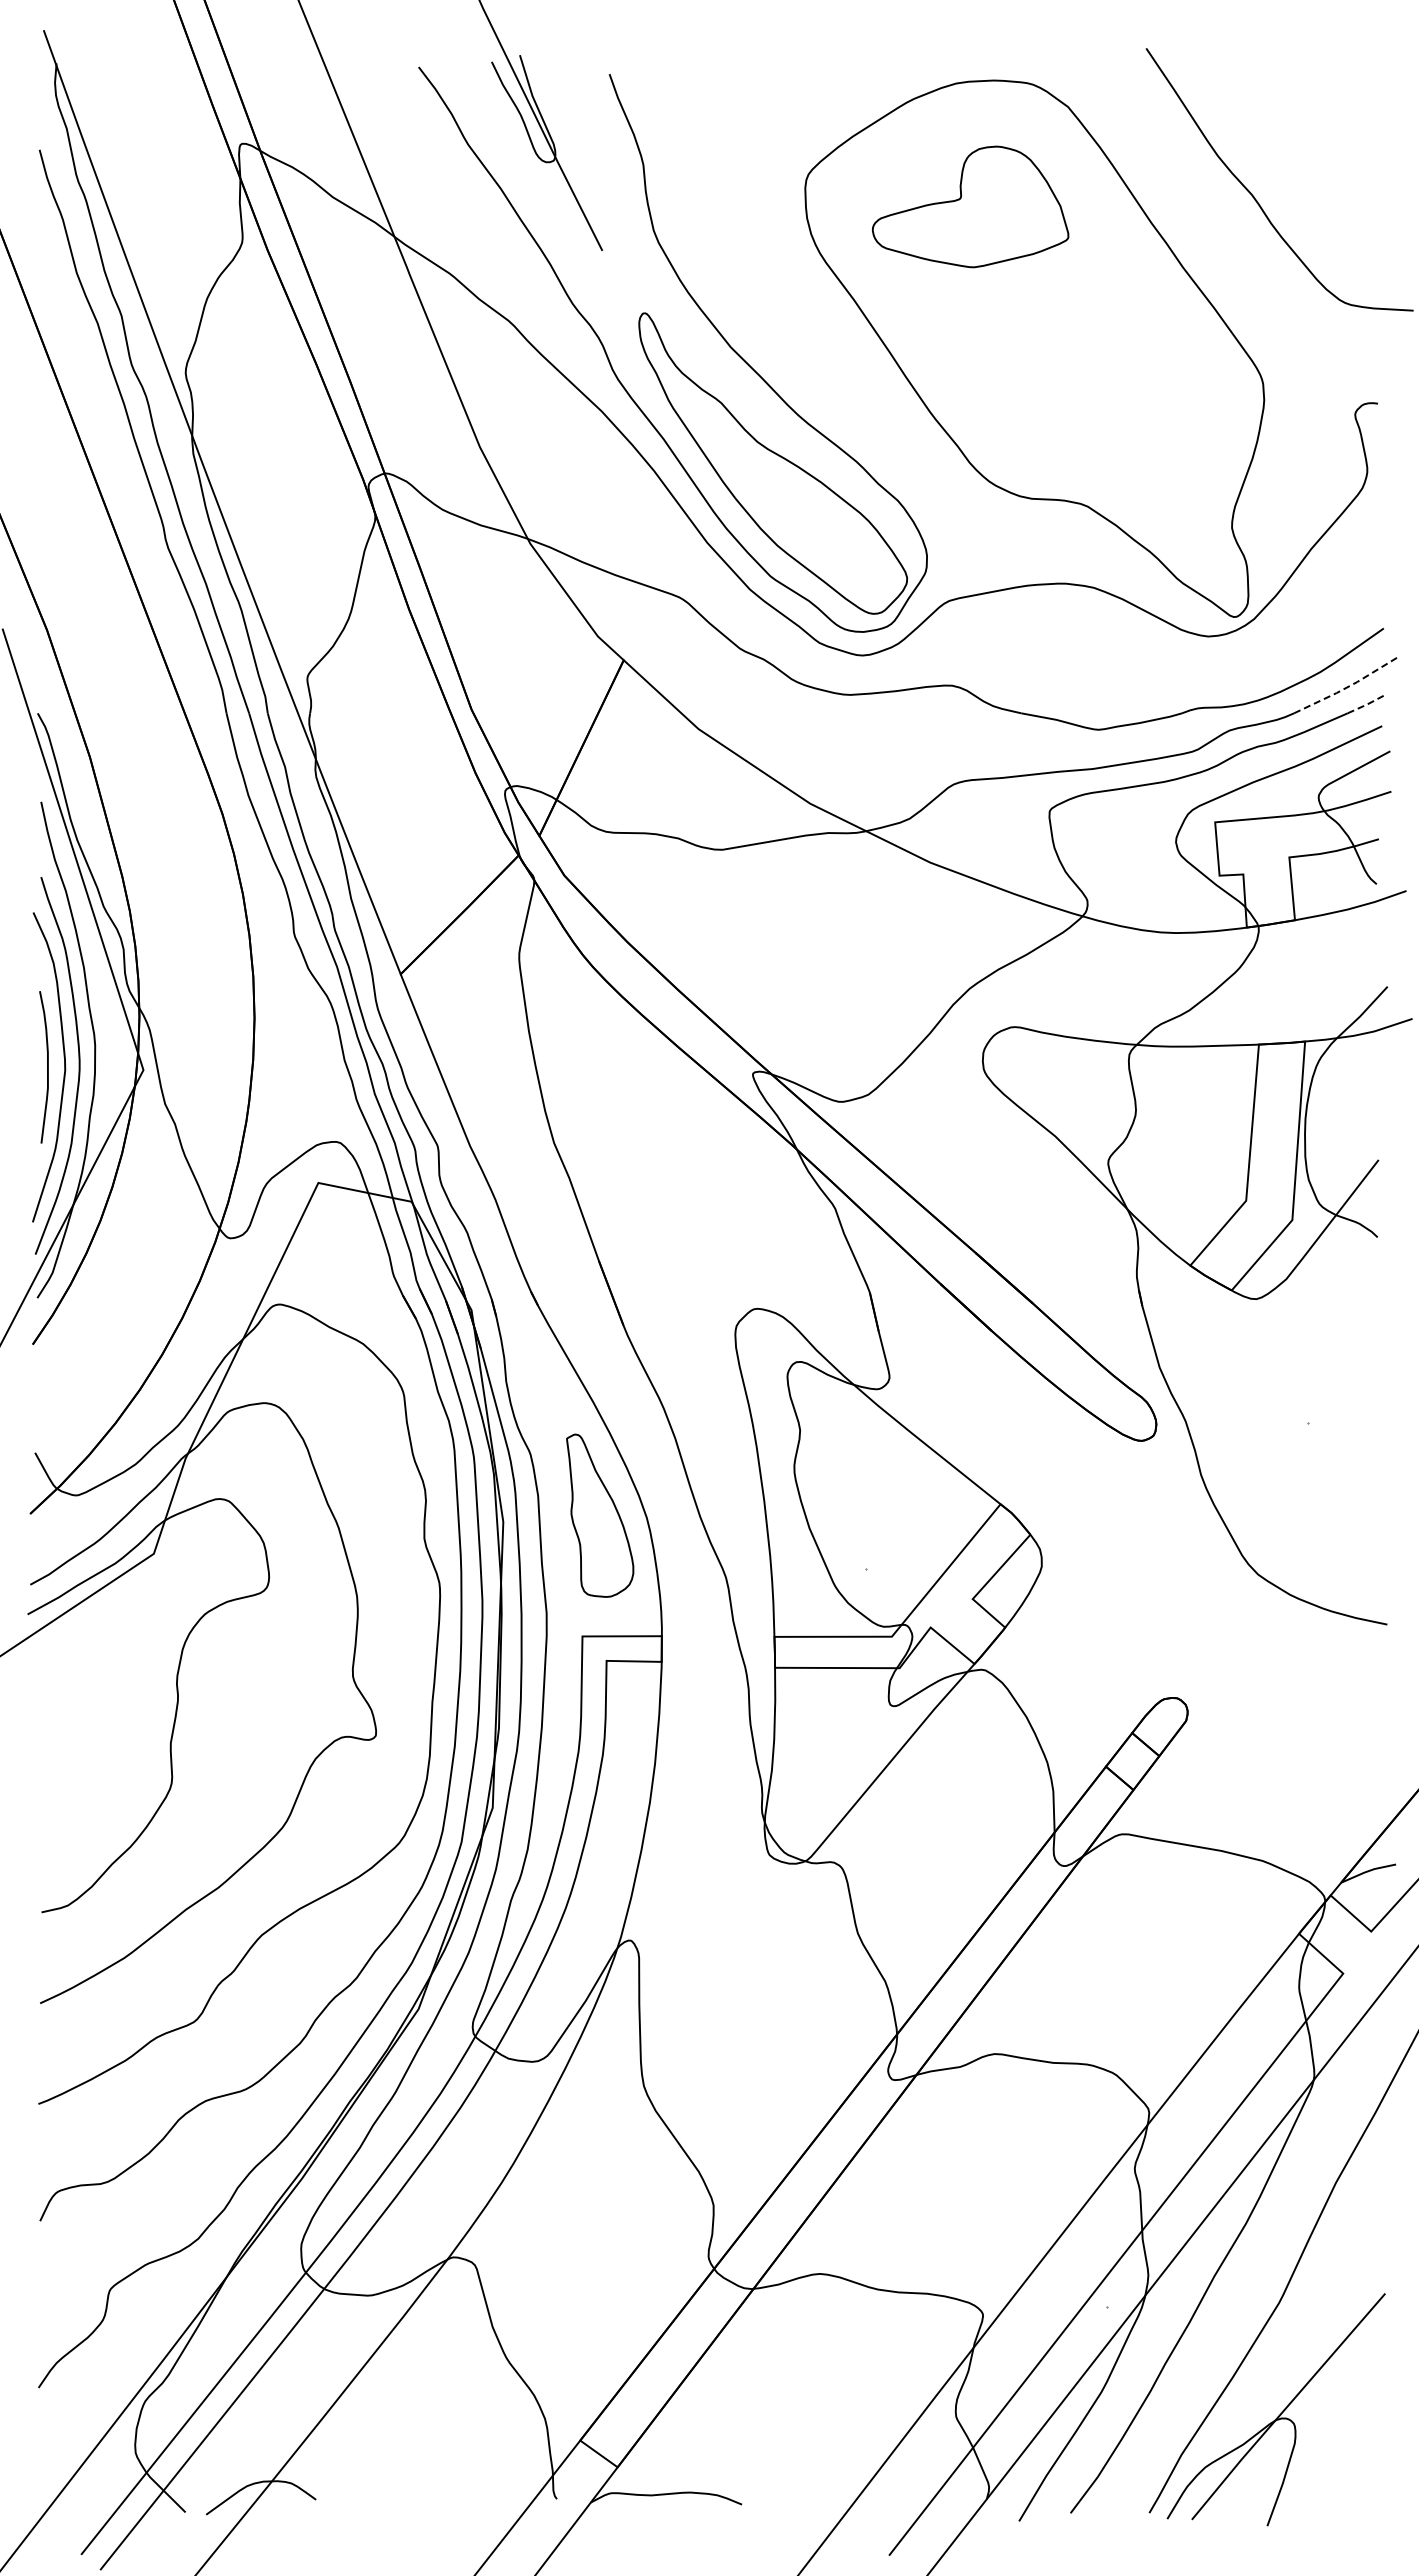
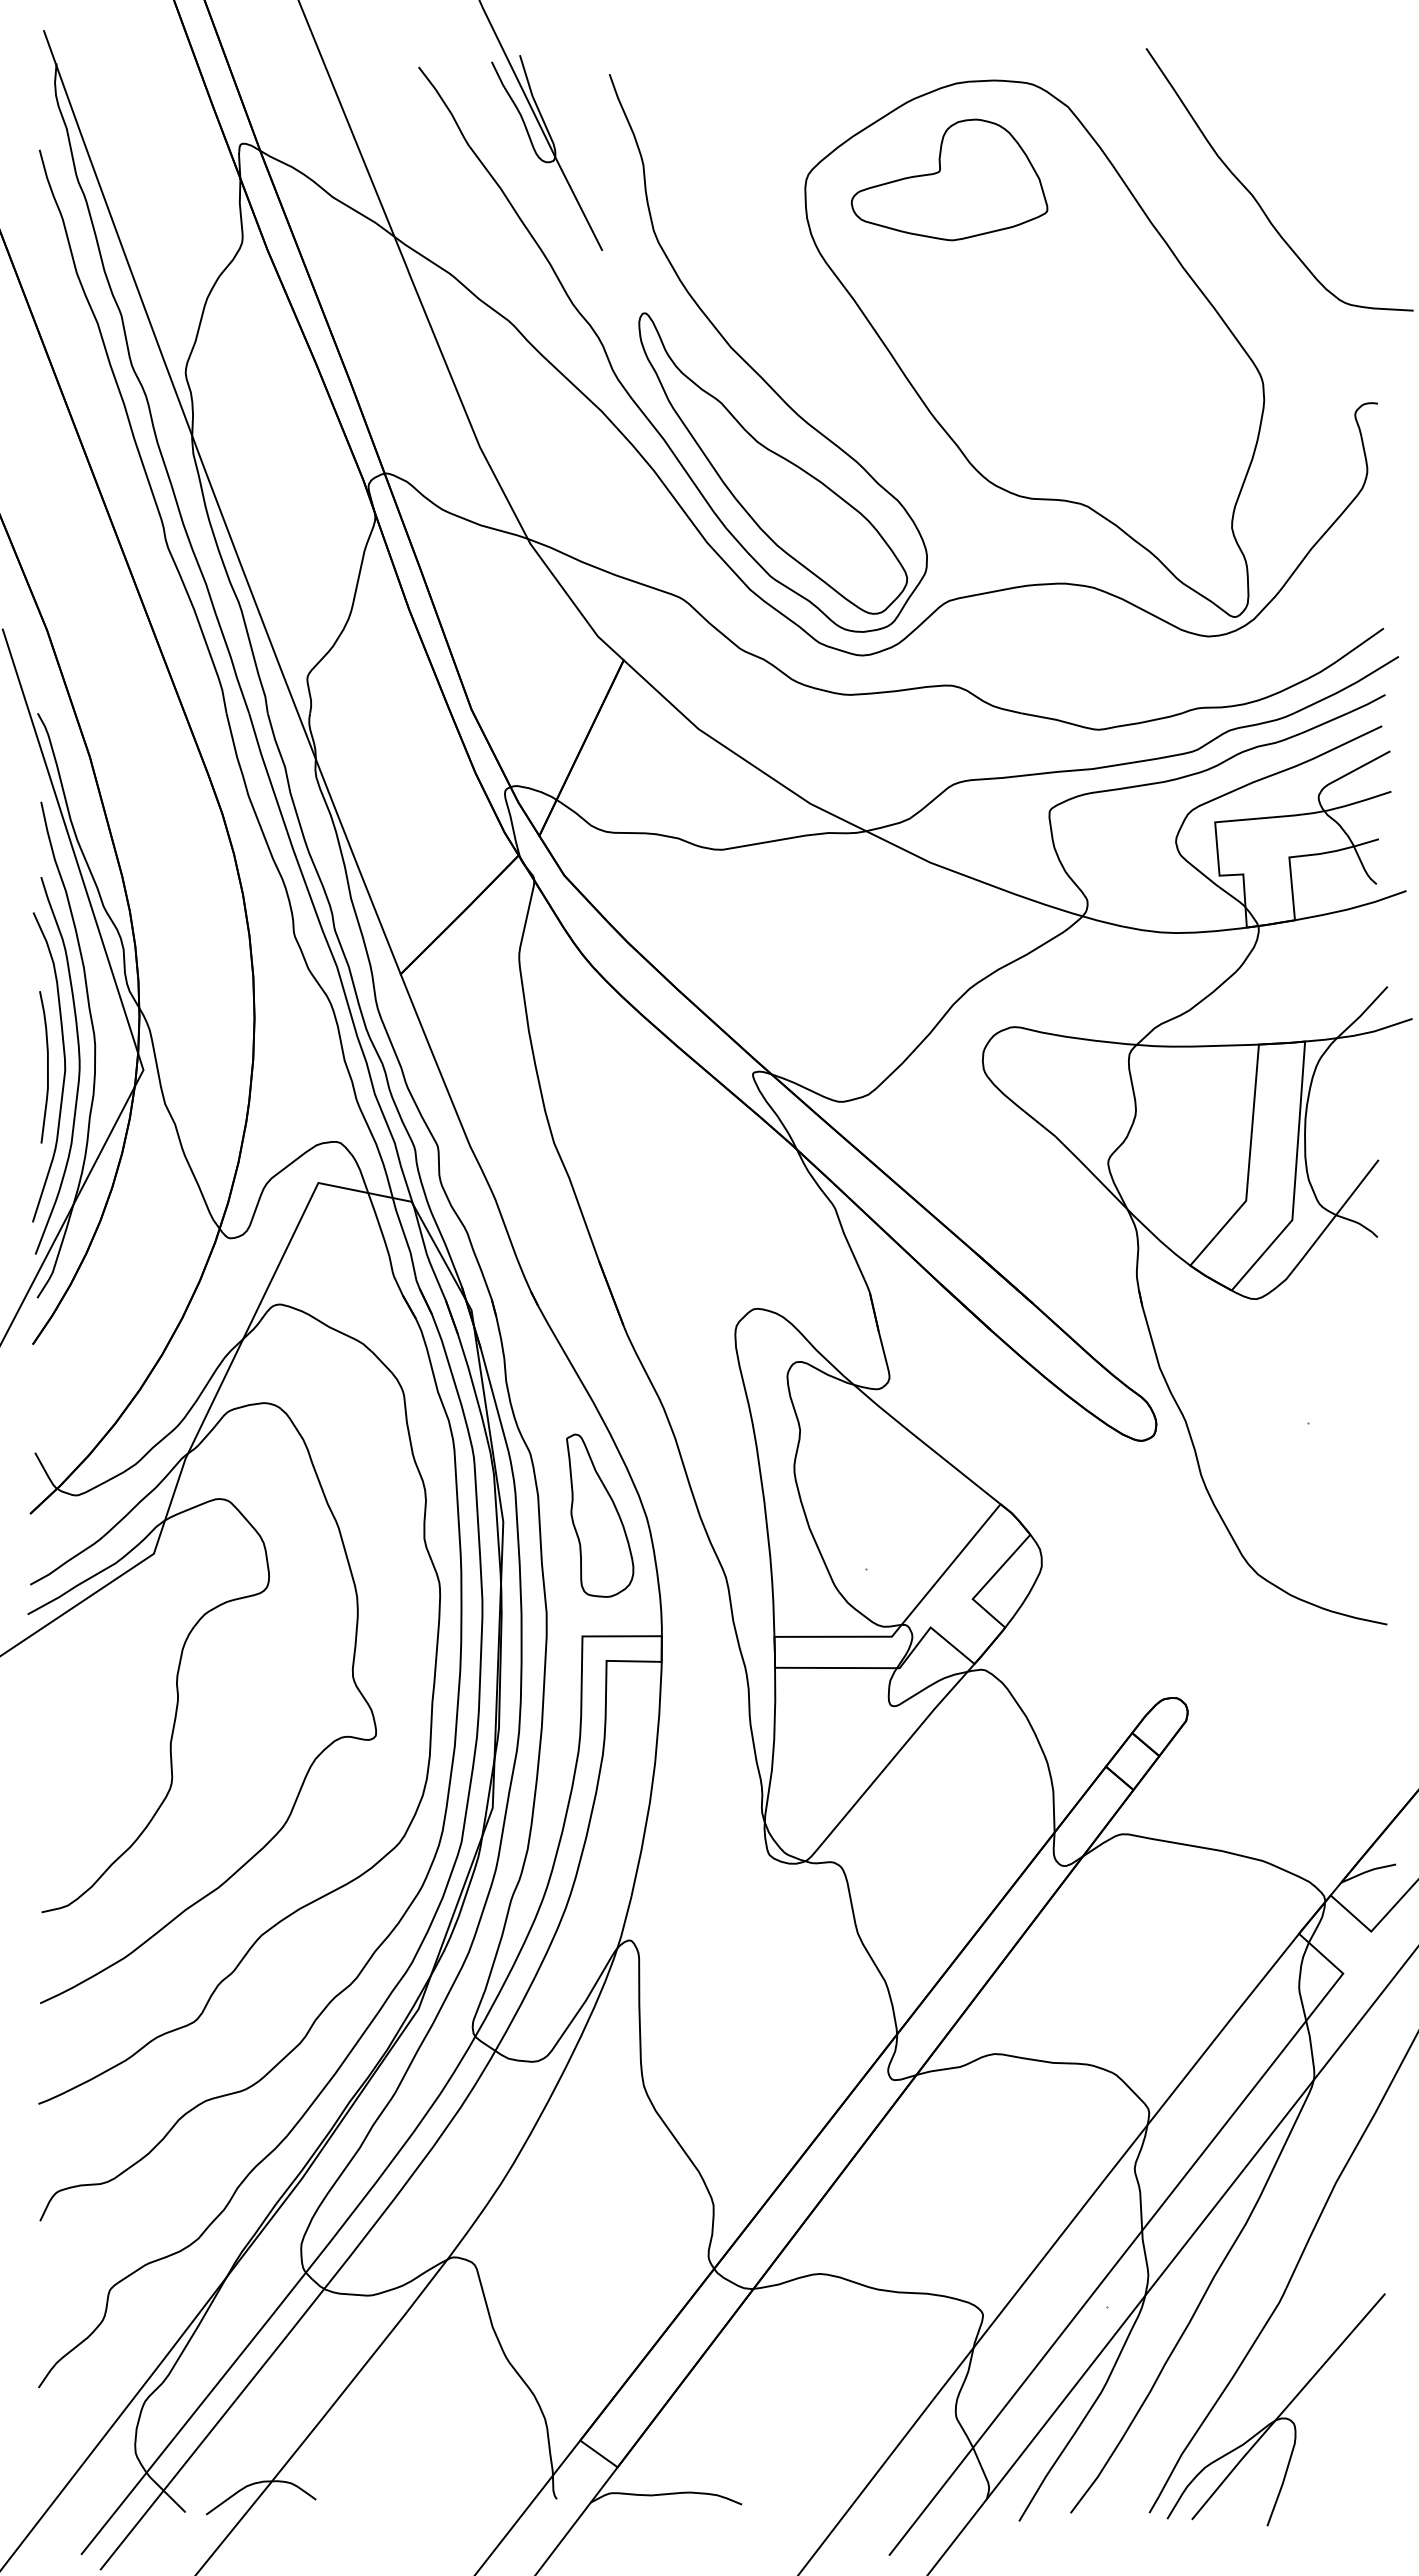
part at (970, 206) position: (970, 206) -> (949, 179)
line at (1347, 687): dashed -> solid
line at (1367, 704): dashed -> solid
